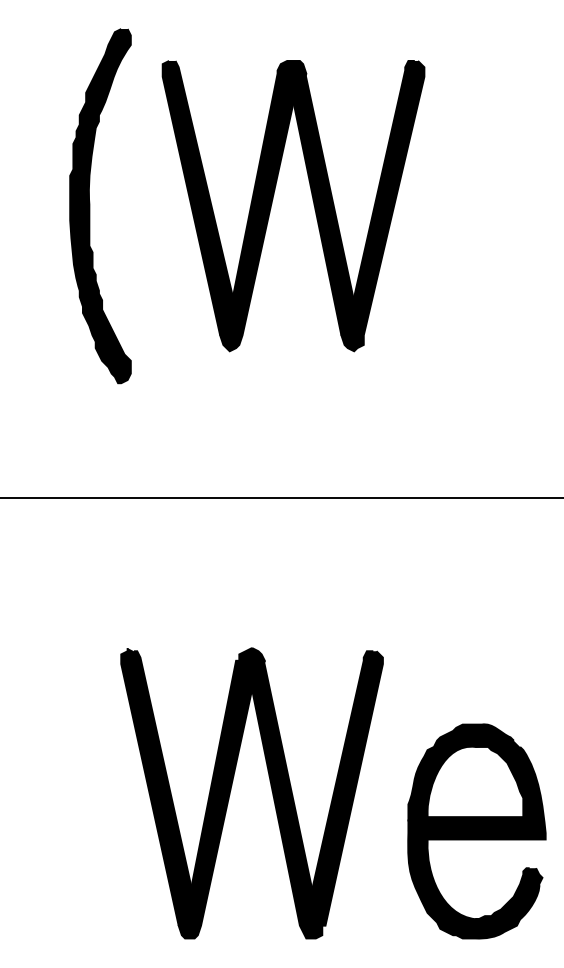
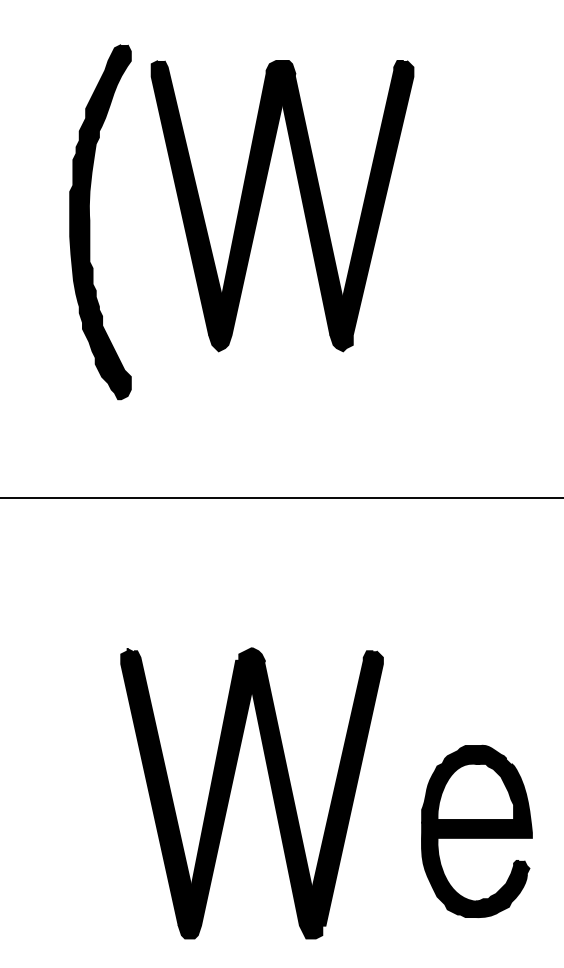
part at (312, 200) position: (312, 200) -> (301, 200)
part at (90, 206) position: (90, 206) -> (90, 222)
part at (476, 831) size: 140x217 px -> 112x174 px
